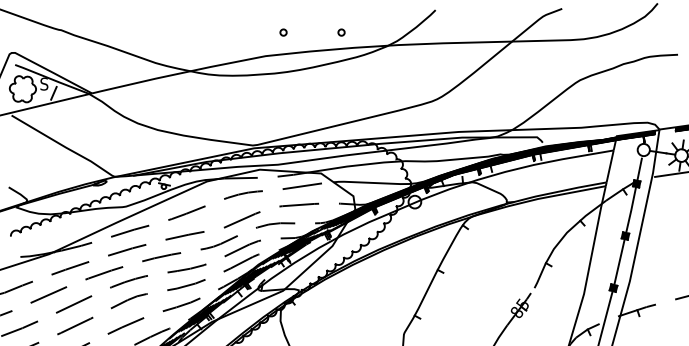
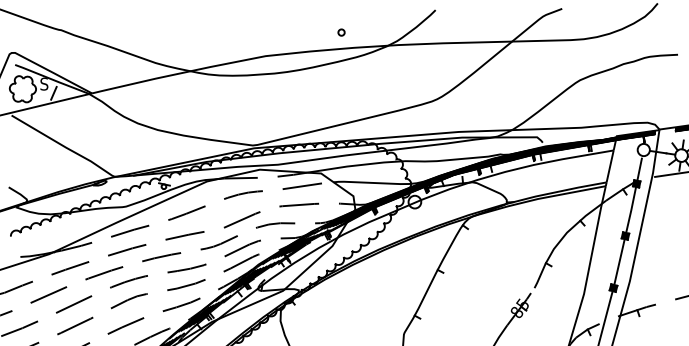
part at (283, 32): present -> none
